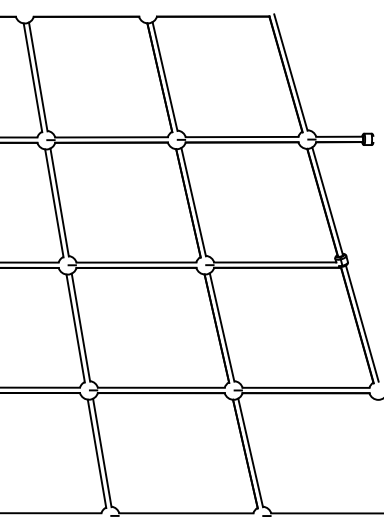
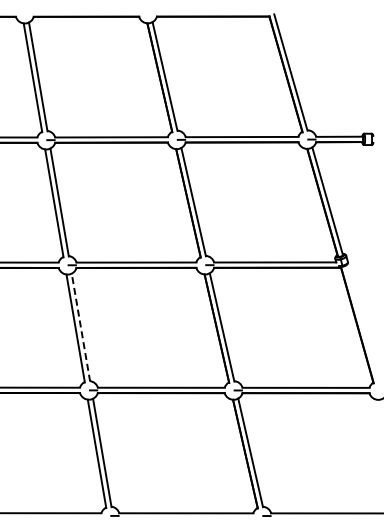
line at (361, 323): present -> none
line at (80, 327): solid -> dashed
